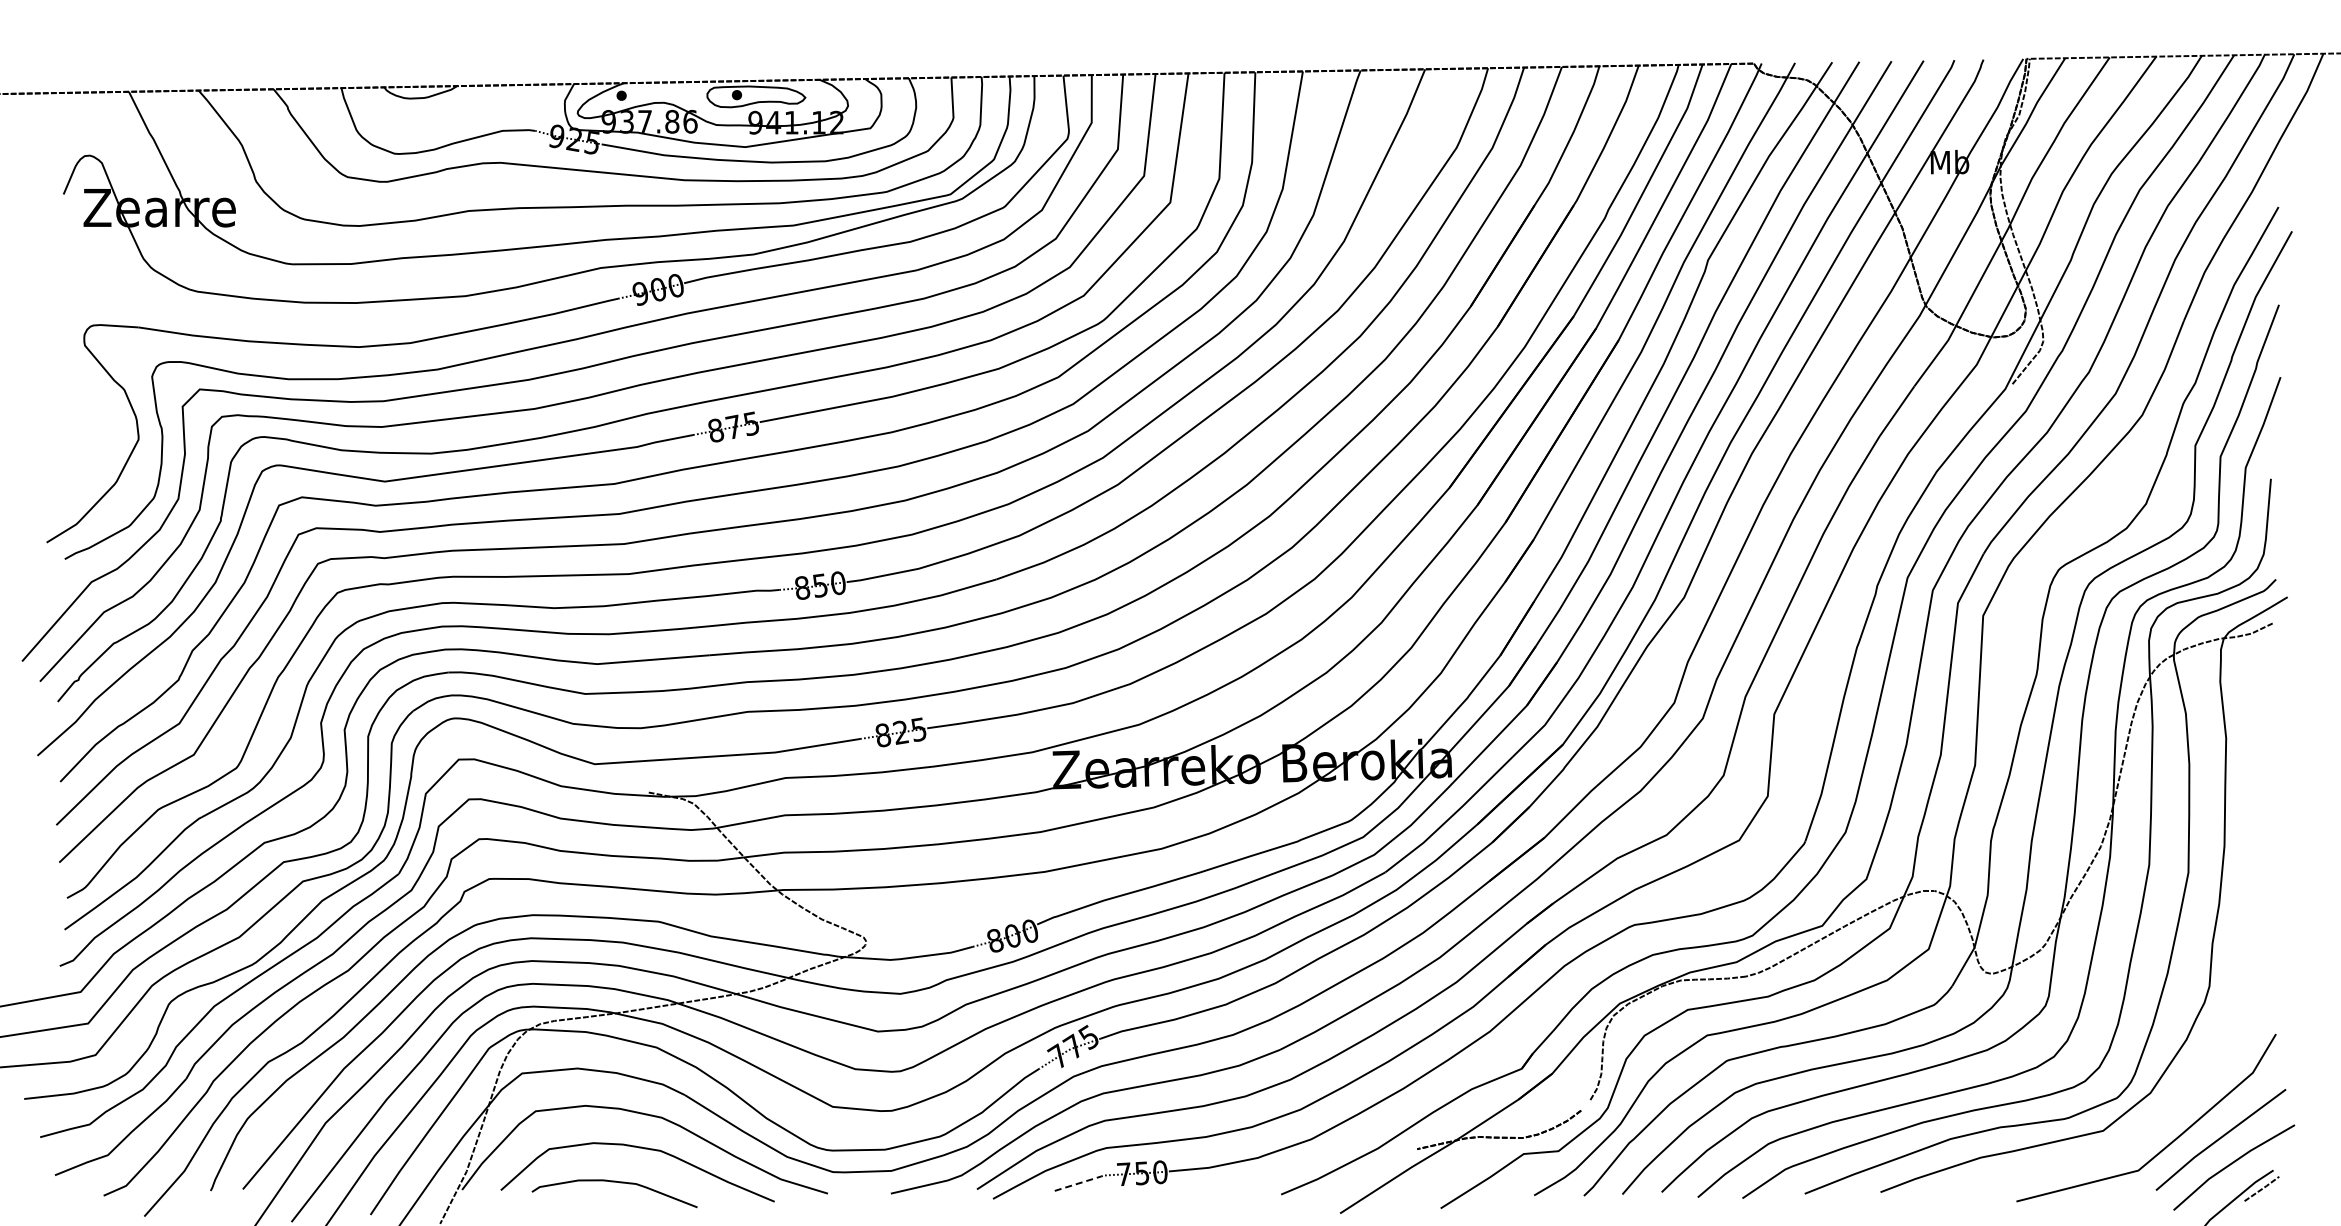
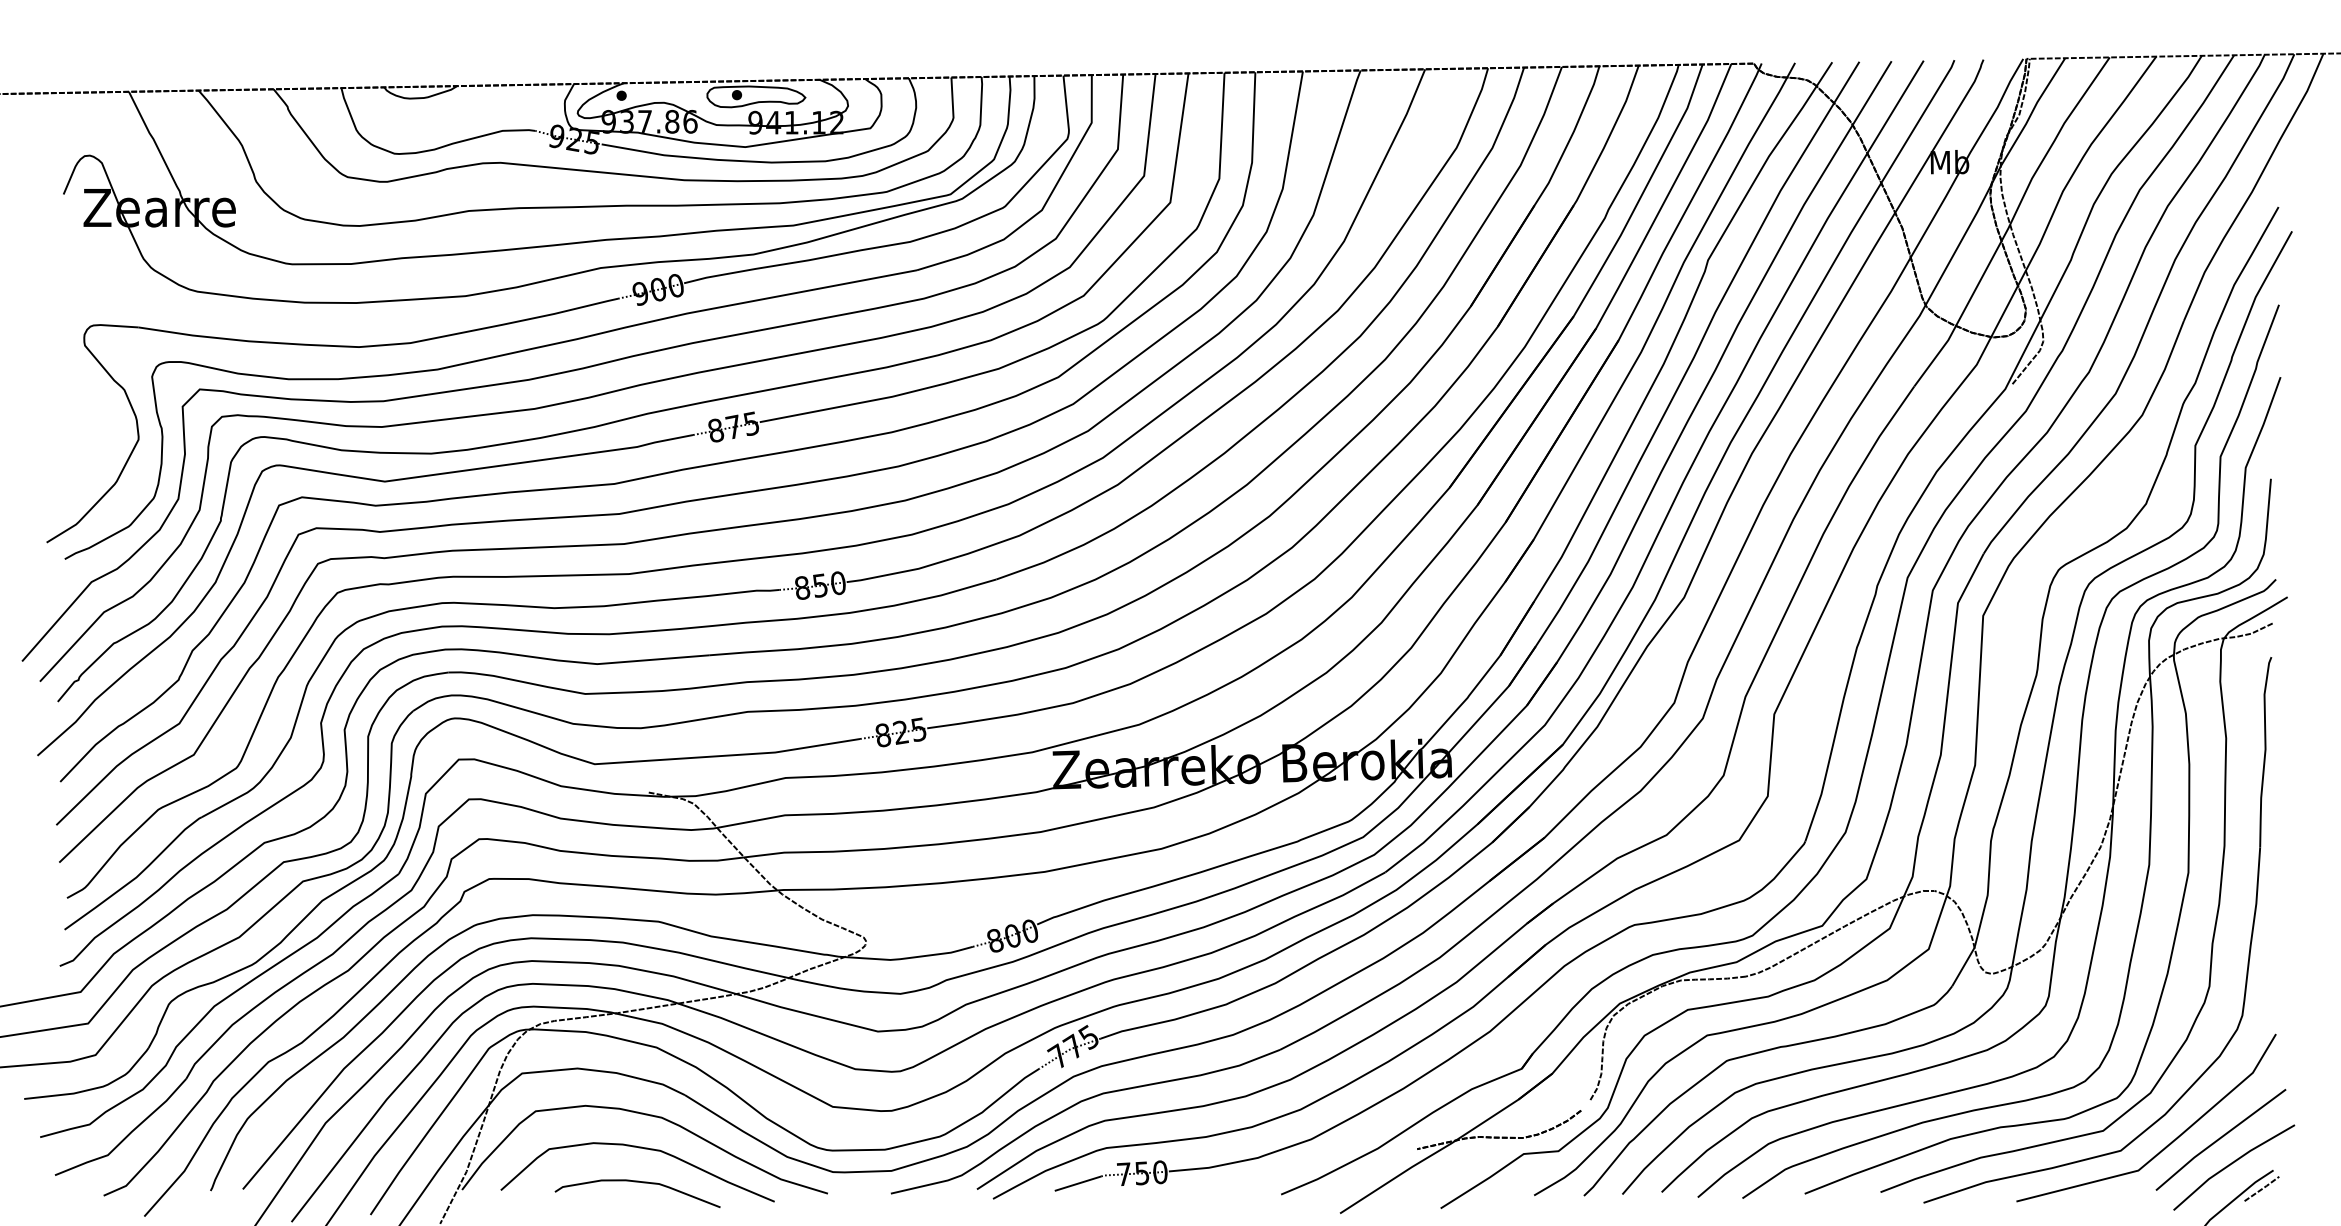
part at (2249, 944): none -> present
curve at (614, 1182) position: (614, 1182) -> (637, 1182)
line at (1078, 1183): dashed -> solid
